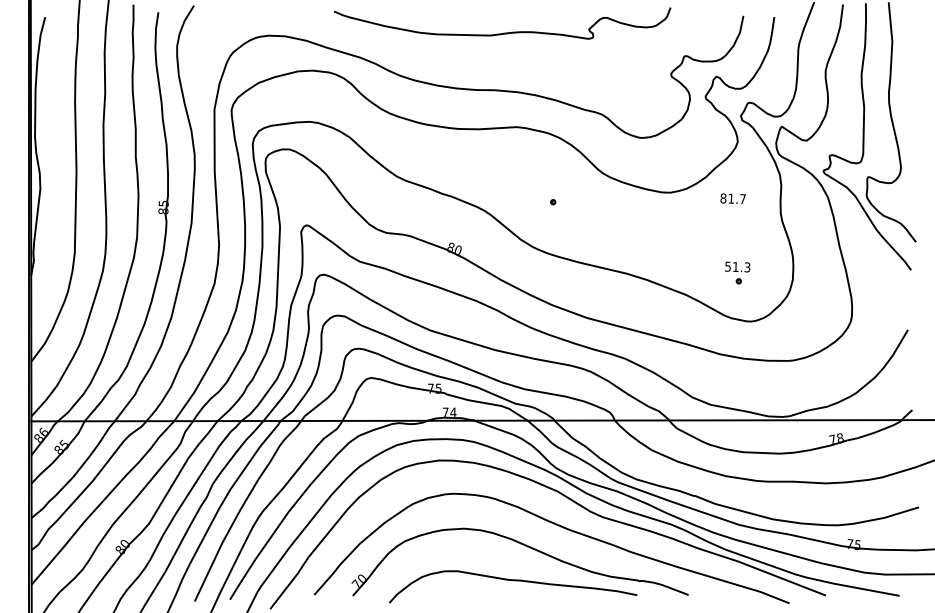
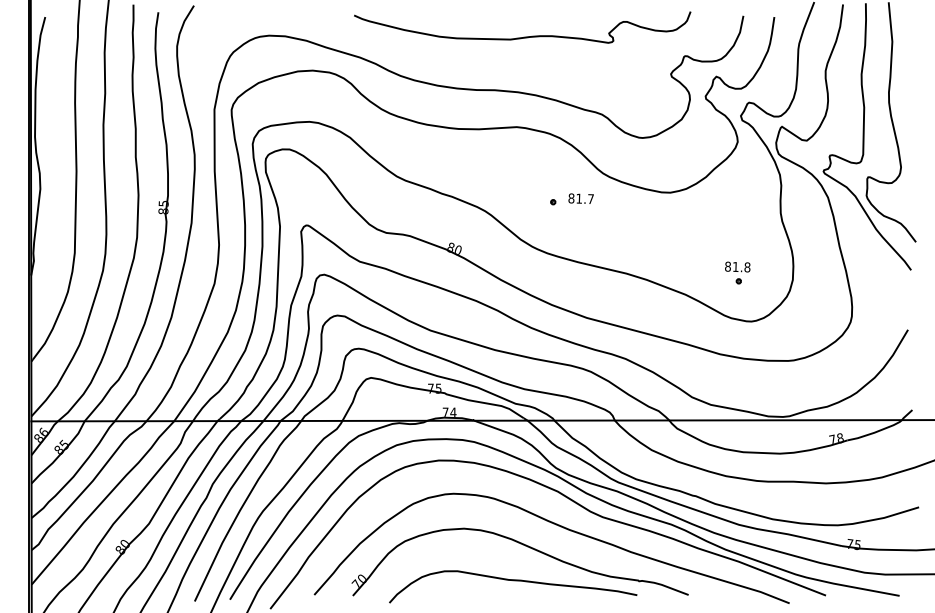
curve at (503, 32) position: (503, 32) -> (523, 36)
text at (732, 198) position: (732, 198) -> (580, 198)
text at (737, 266): 51.3 -> 81.8
